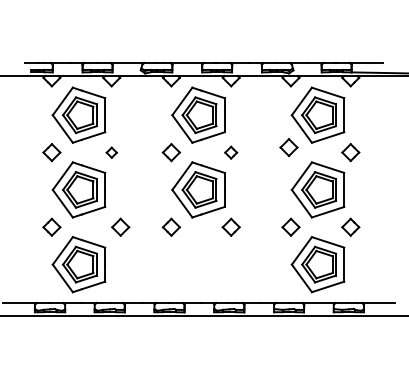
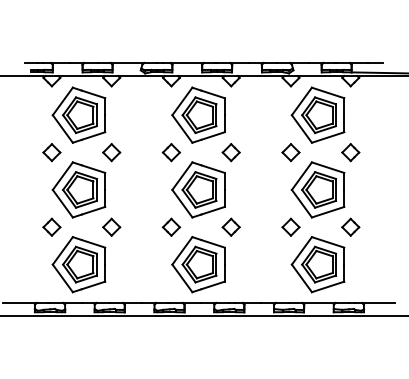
part at (288, 147) position: (288, 147) -> (290, 152)
part at (111, 152) size: 13x13 px -> 20x20 px
part at (231, 152) size: 15x15 px -> 20x20 px
part at (120, 226) position: (120, 226) -> (111, 226)
part at (198, 264): none -> present
